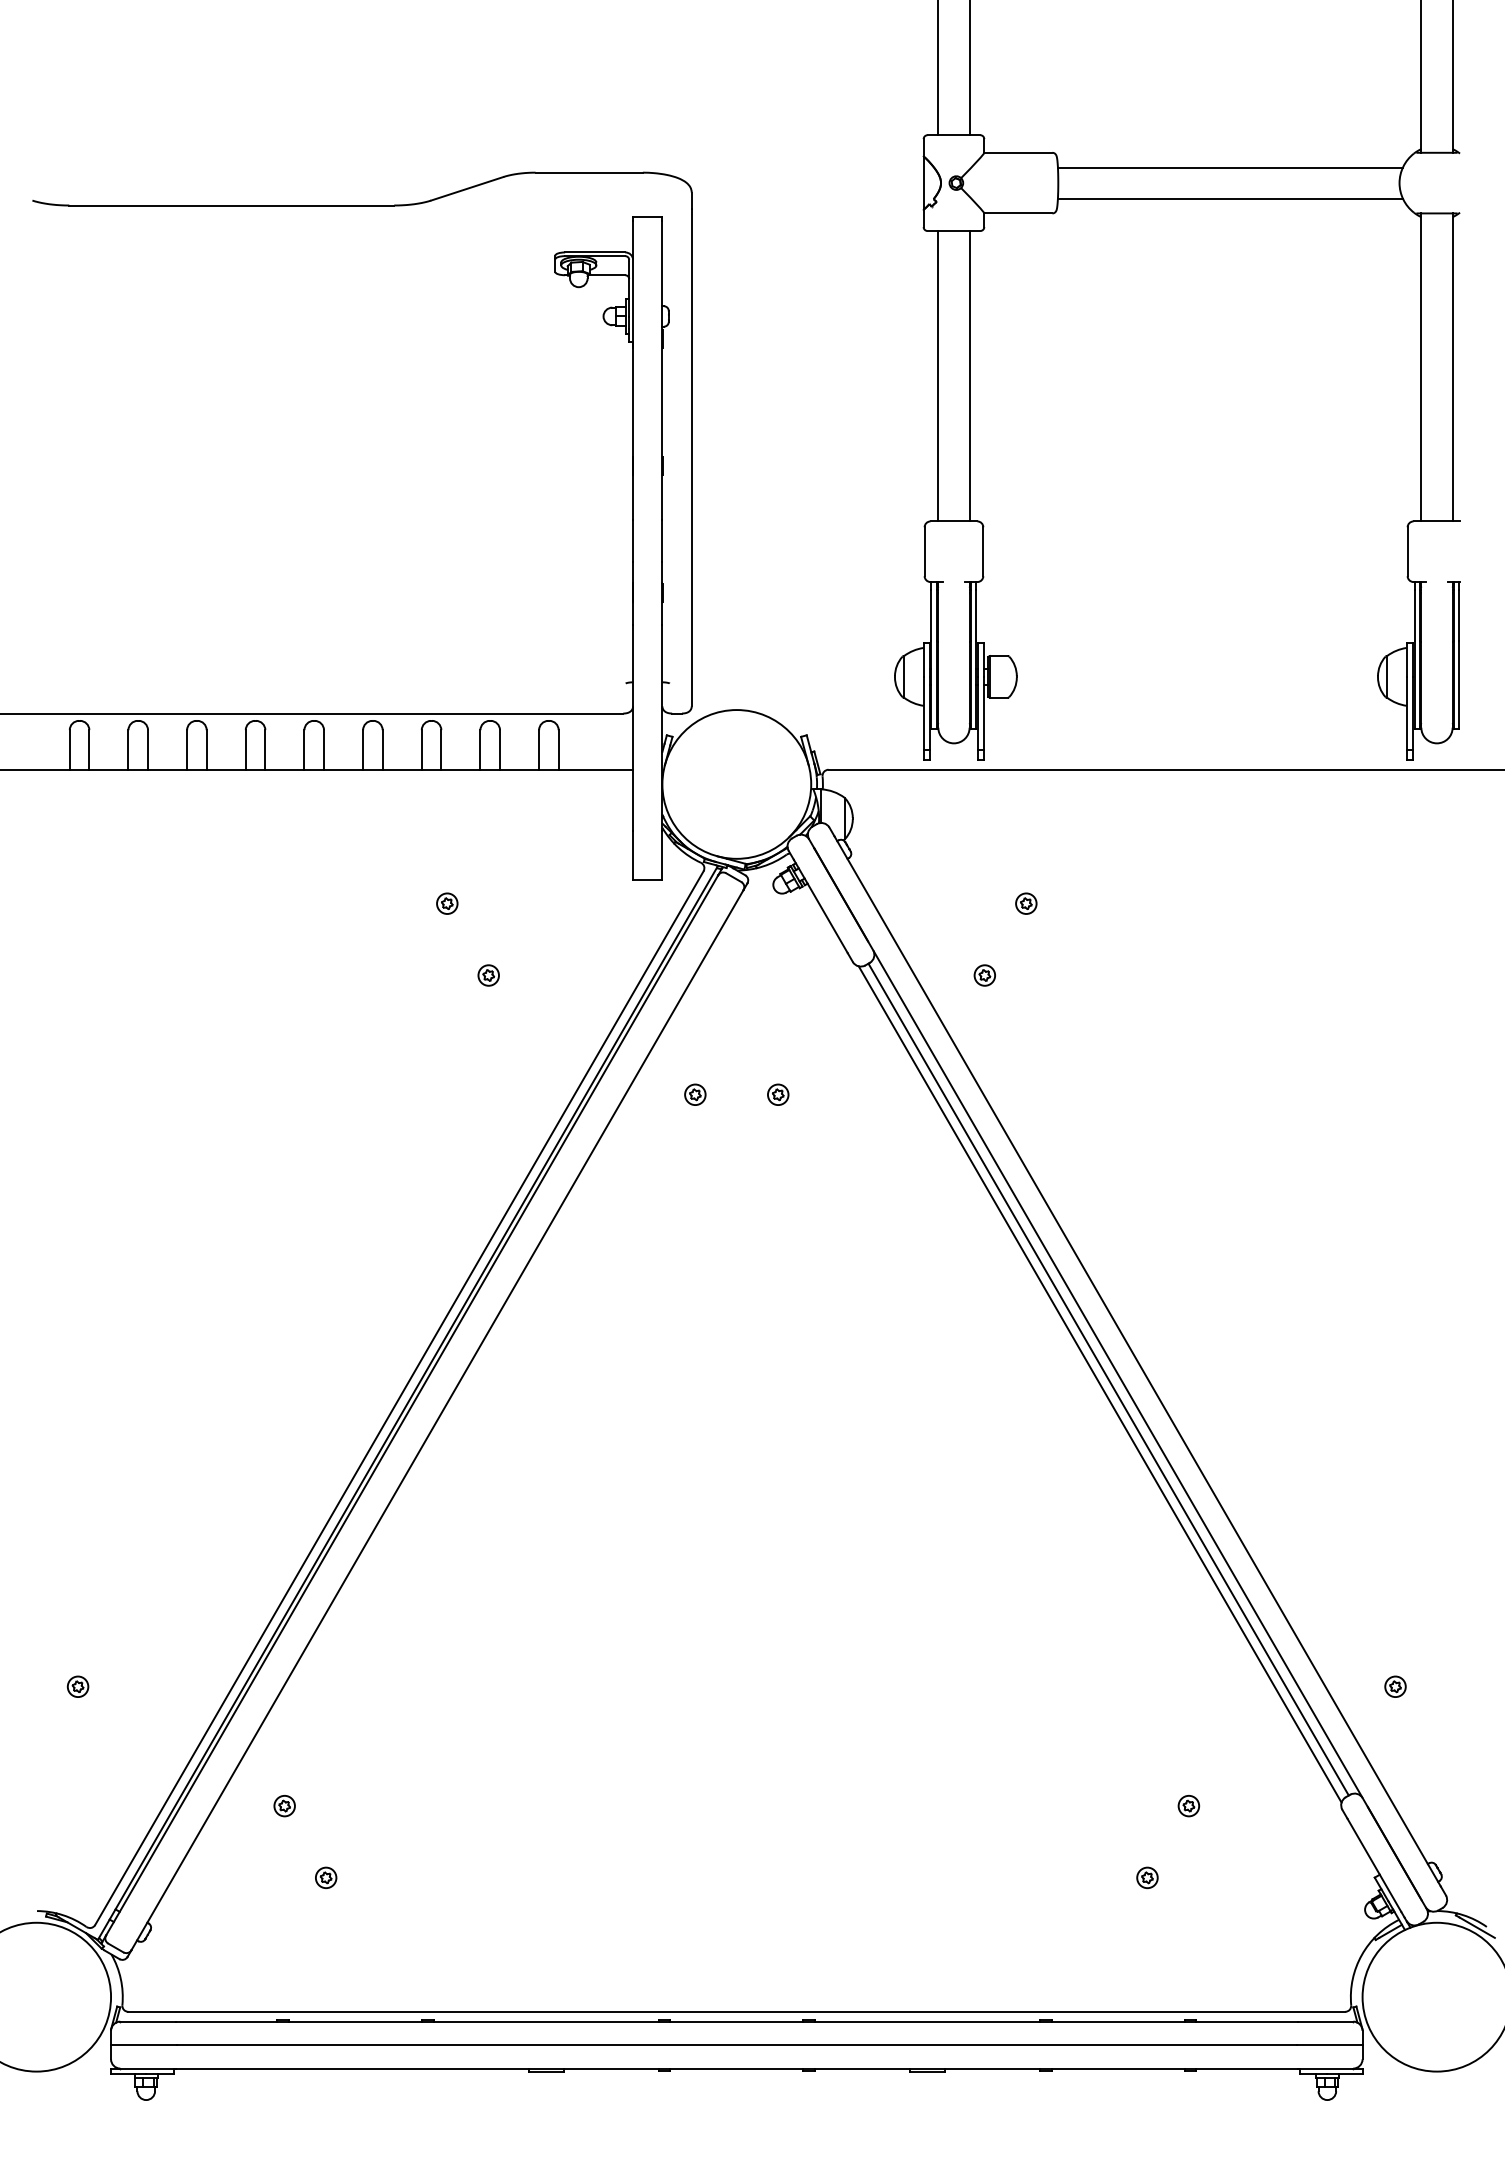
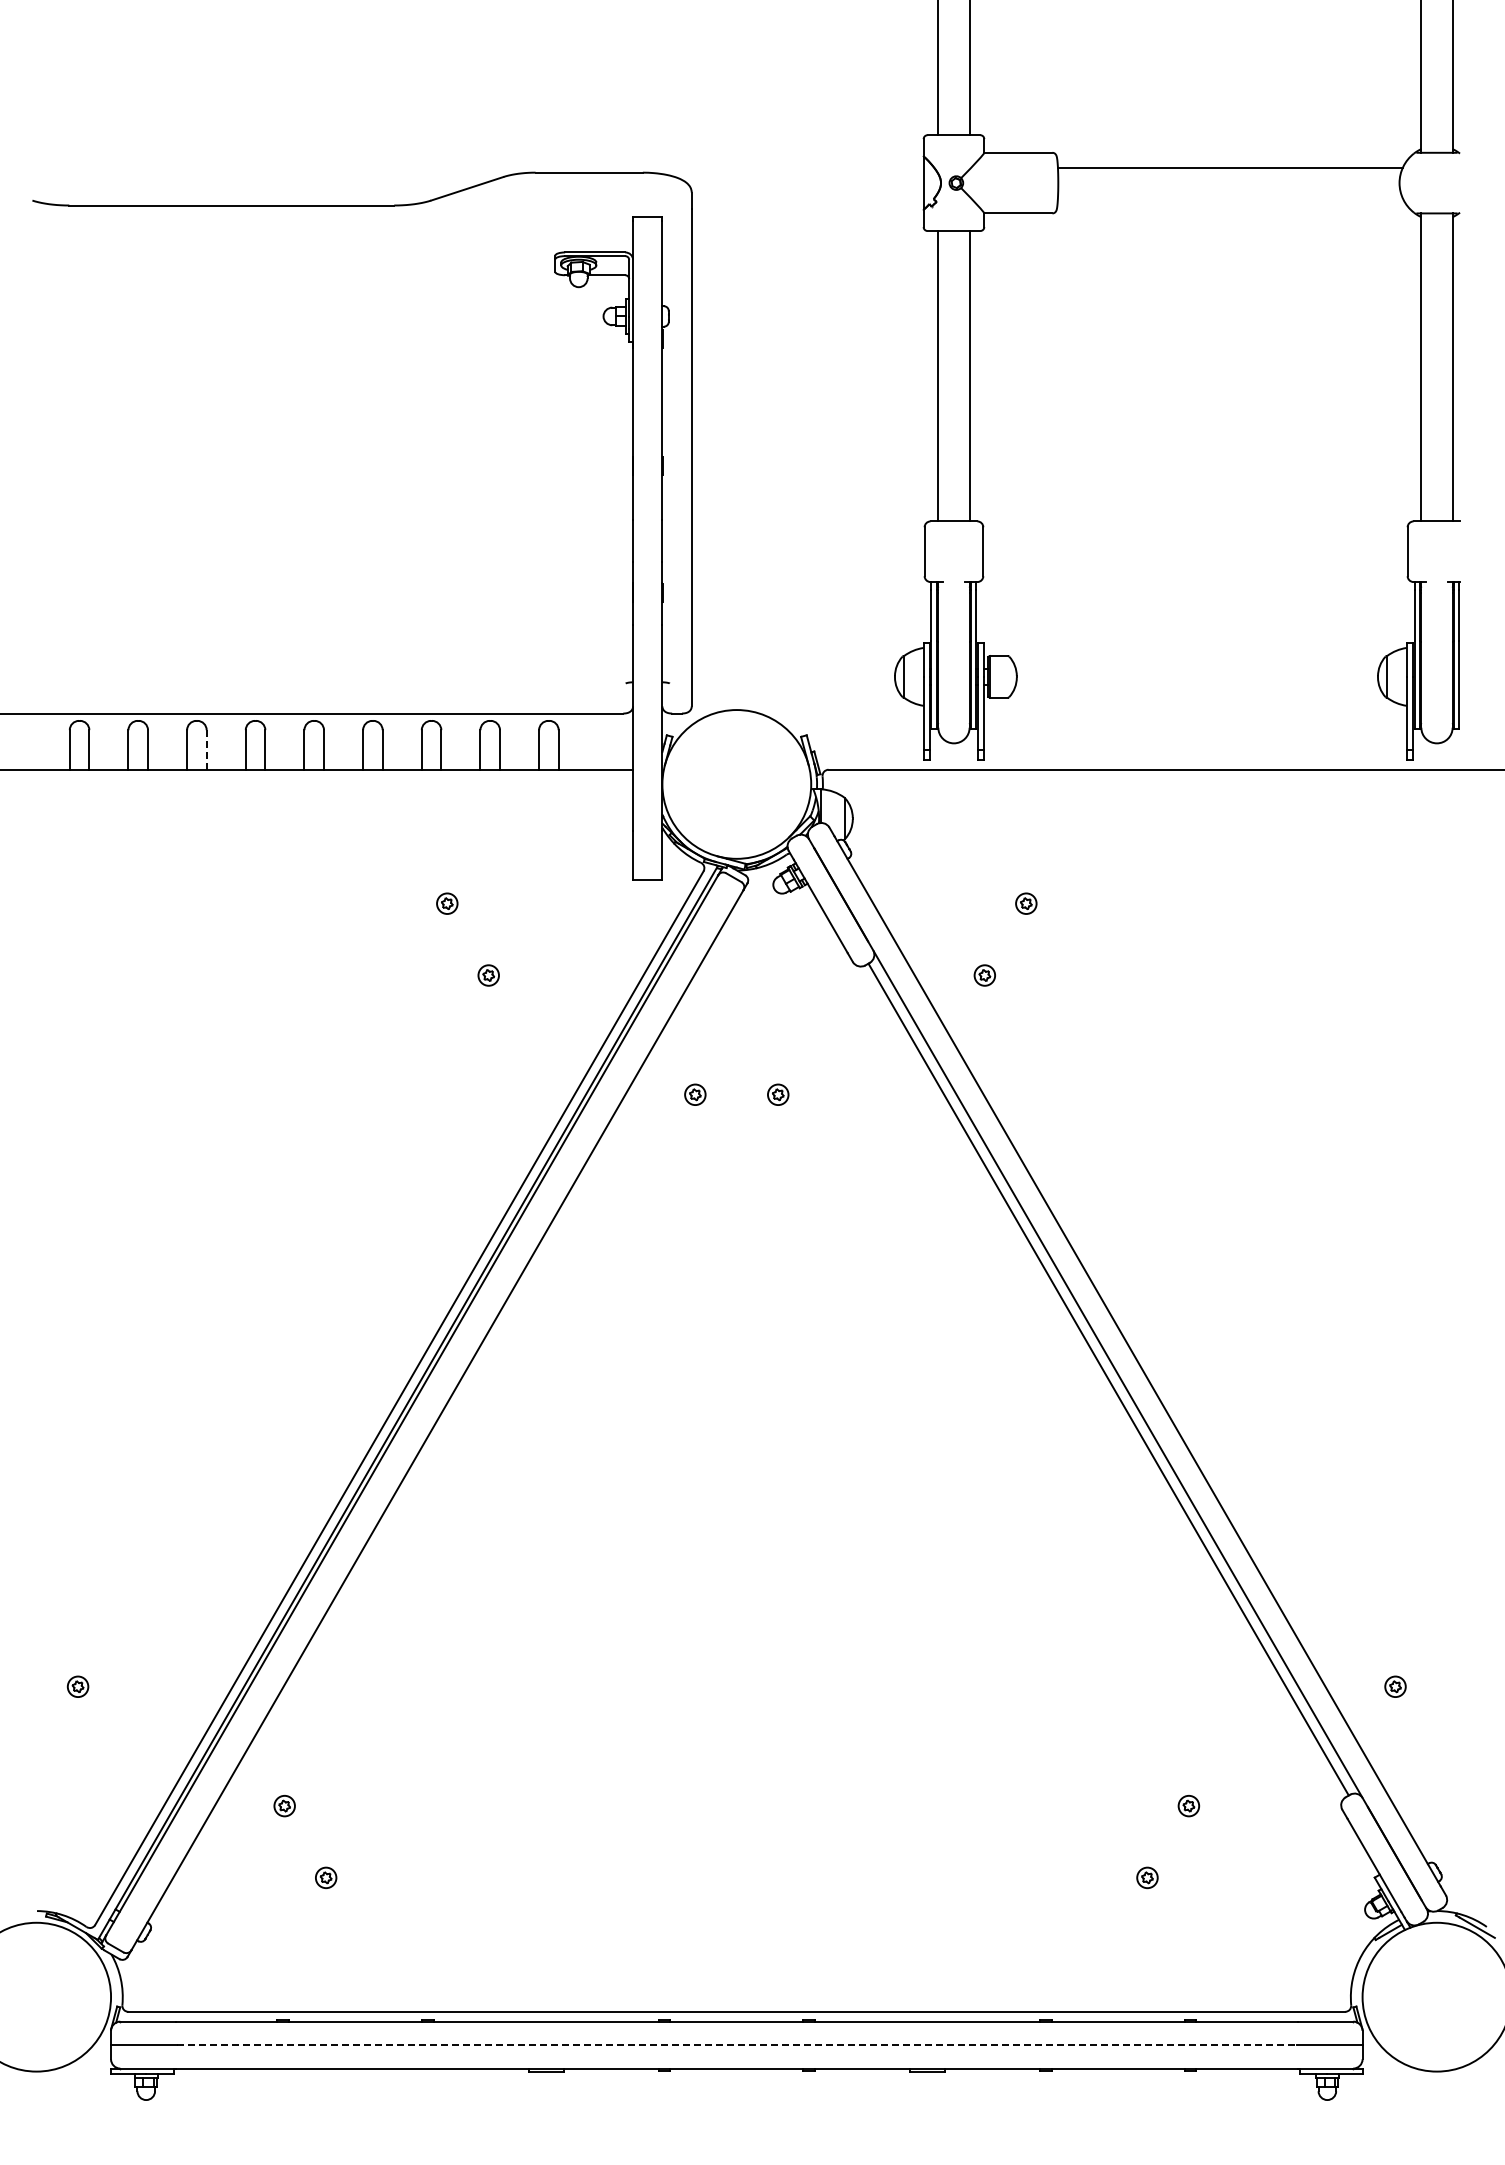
line at (1229, 198): present -> none
line at (206, 749): solid -> dashed
line at (1099, 1384): present -> none
line at (736, 2045): solid -> dashed
